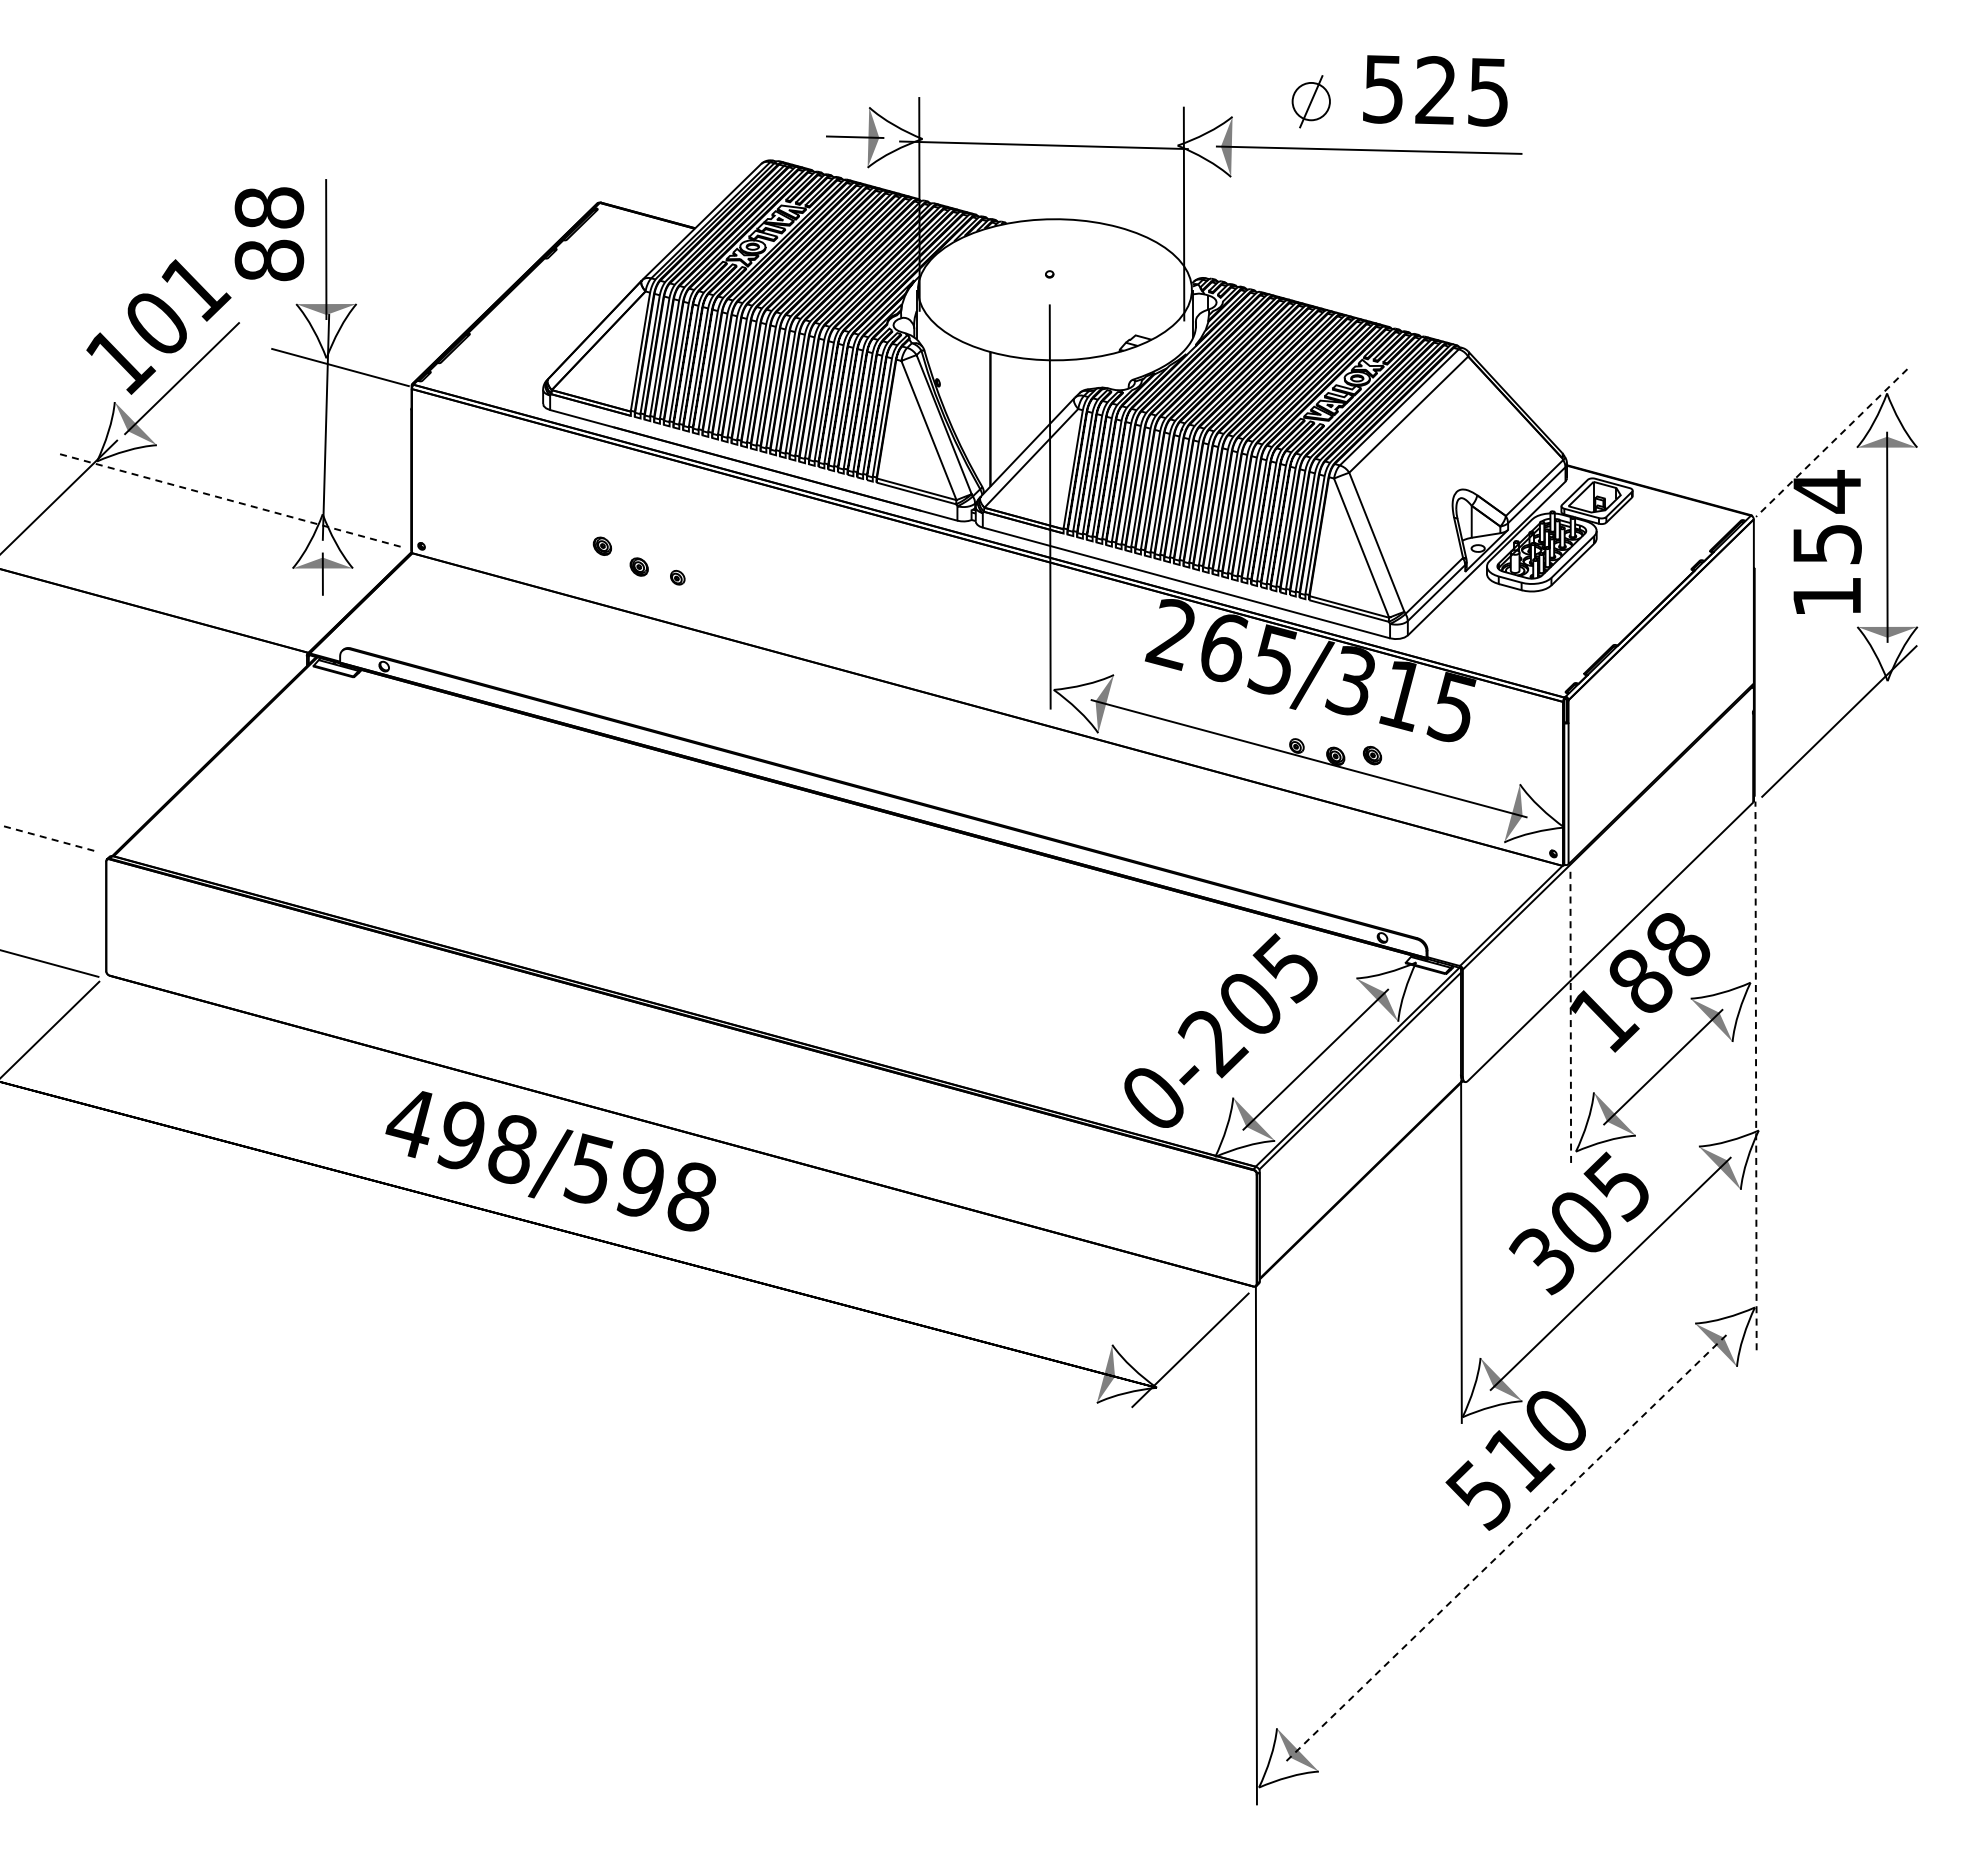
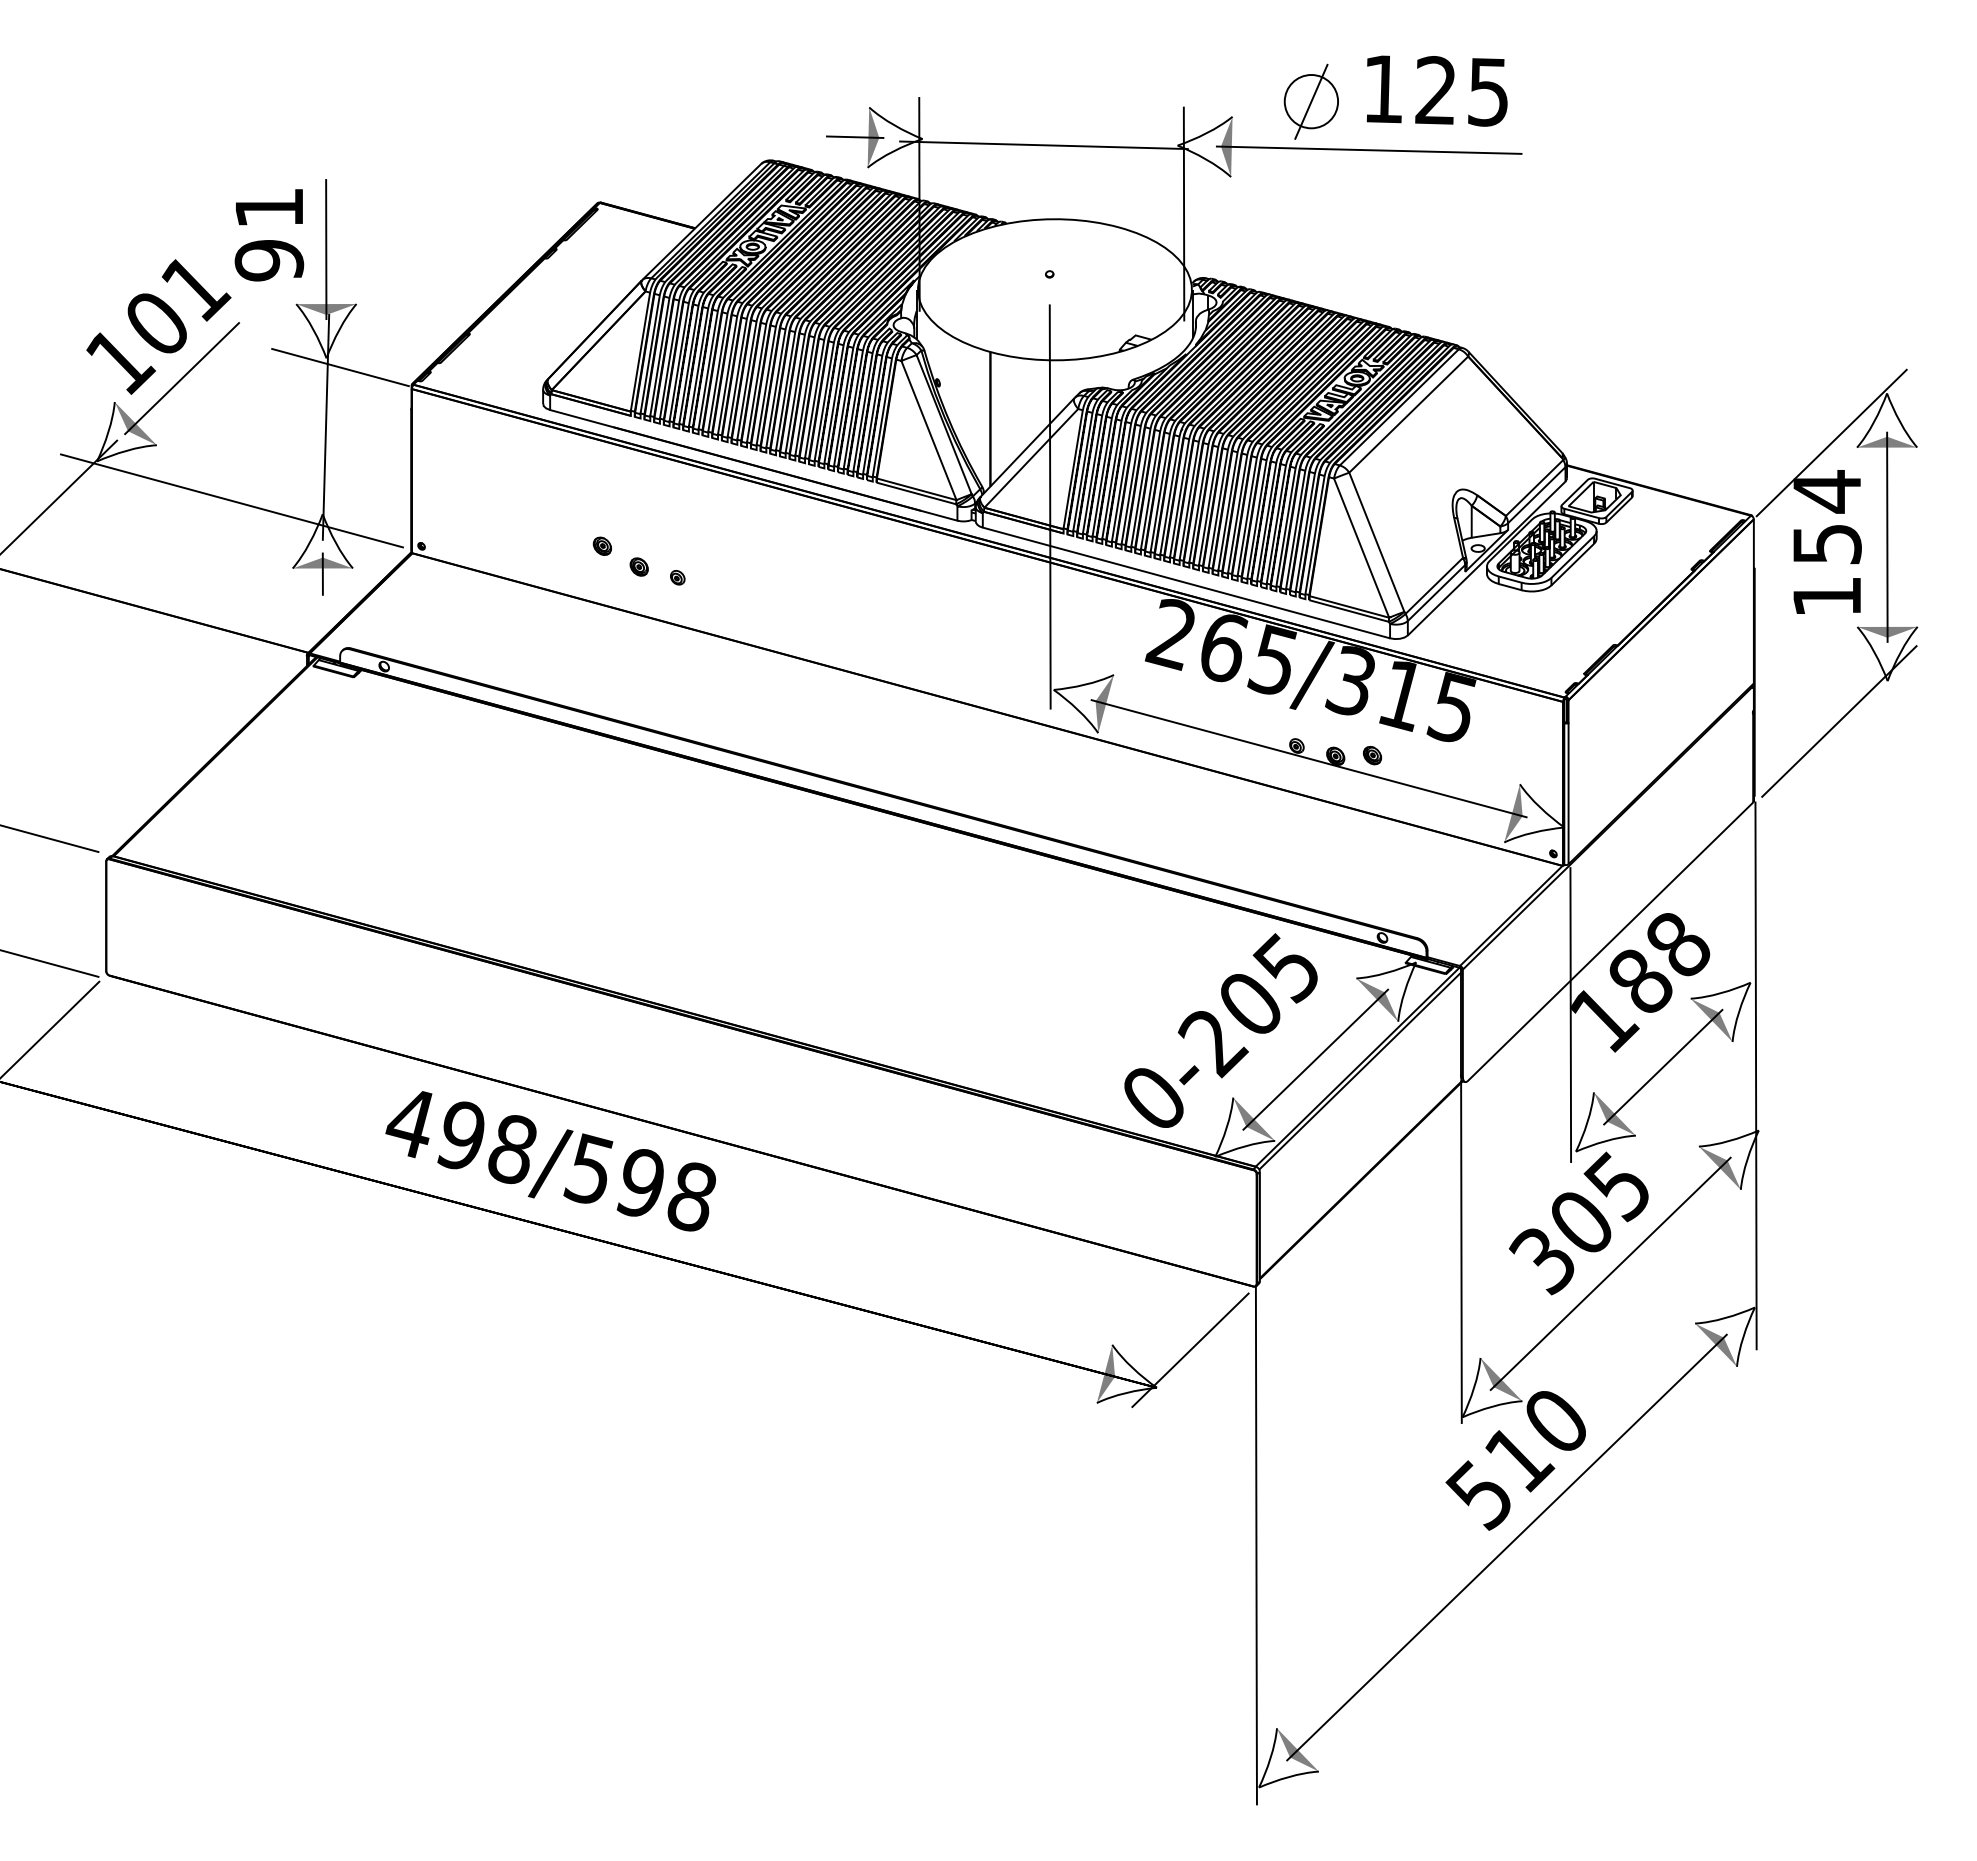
text at (1382, 89): 525 -> 125
part at (1310, 101) size: 40x54 px -> 56x77 px
text at (269, 234): 88 -> 91
line at (1831, 443): dashed -> solid
line at (232, 501): dashed -> solid
line at (50, 838): dashed -> solid
line at (1570, 1015): dashed -> solid
line at (1756, 1075): dashed -> solid
line at (1507, 1547): dashed -> solid
